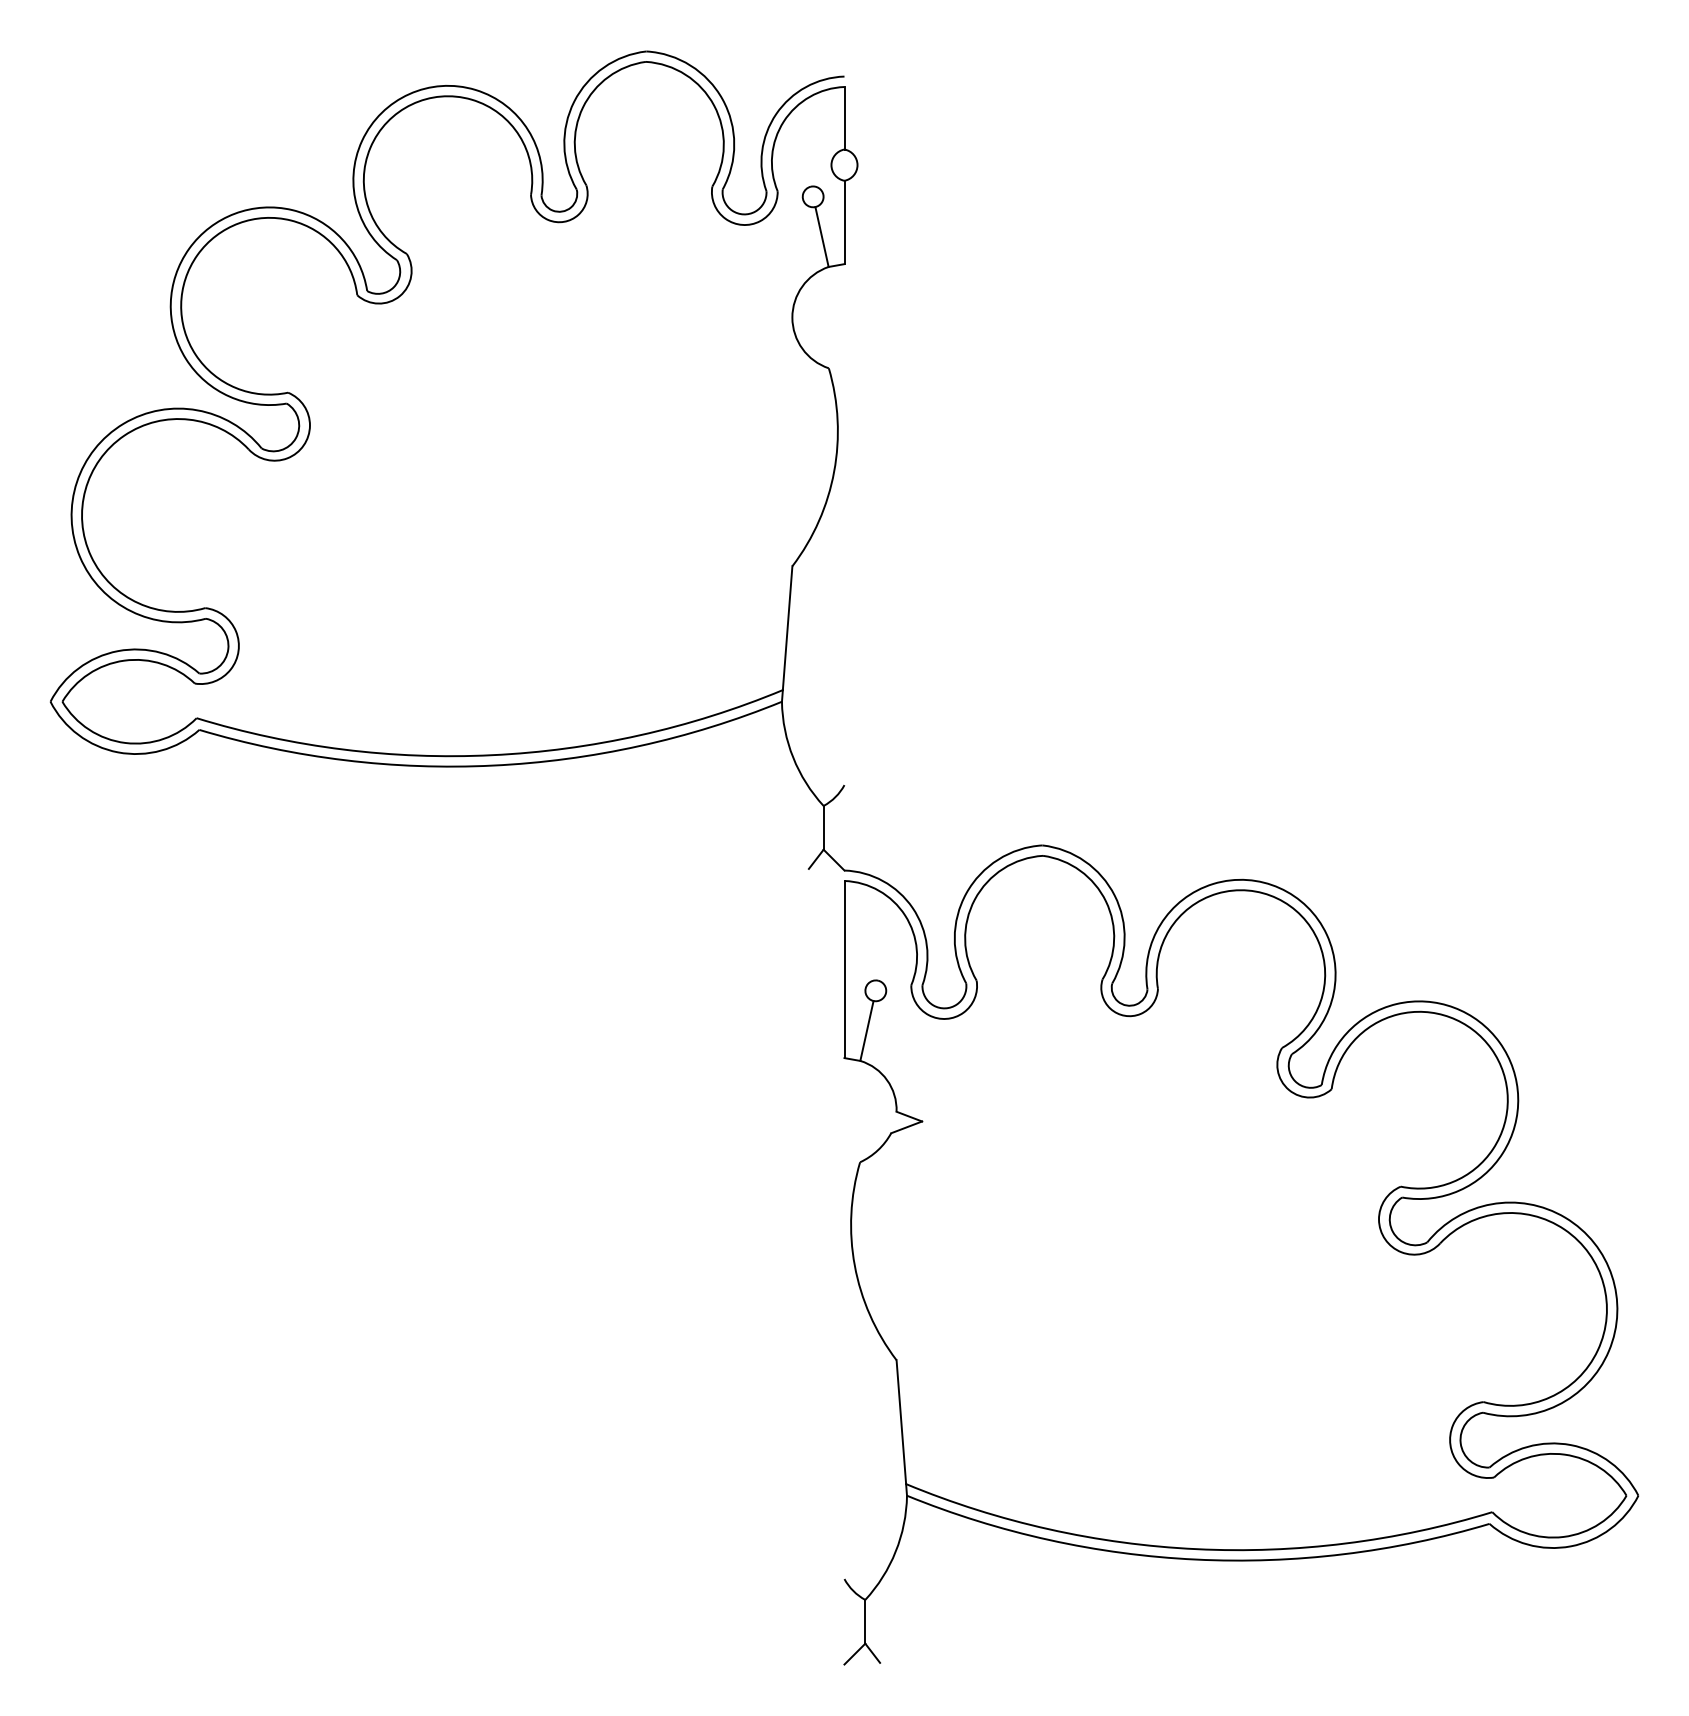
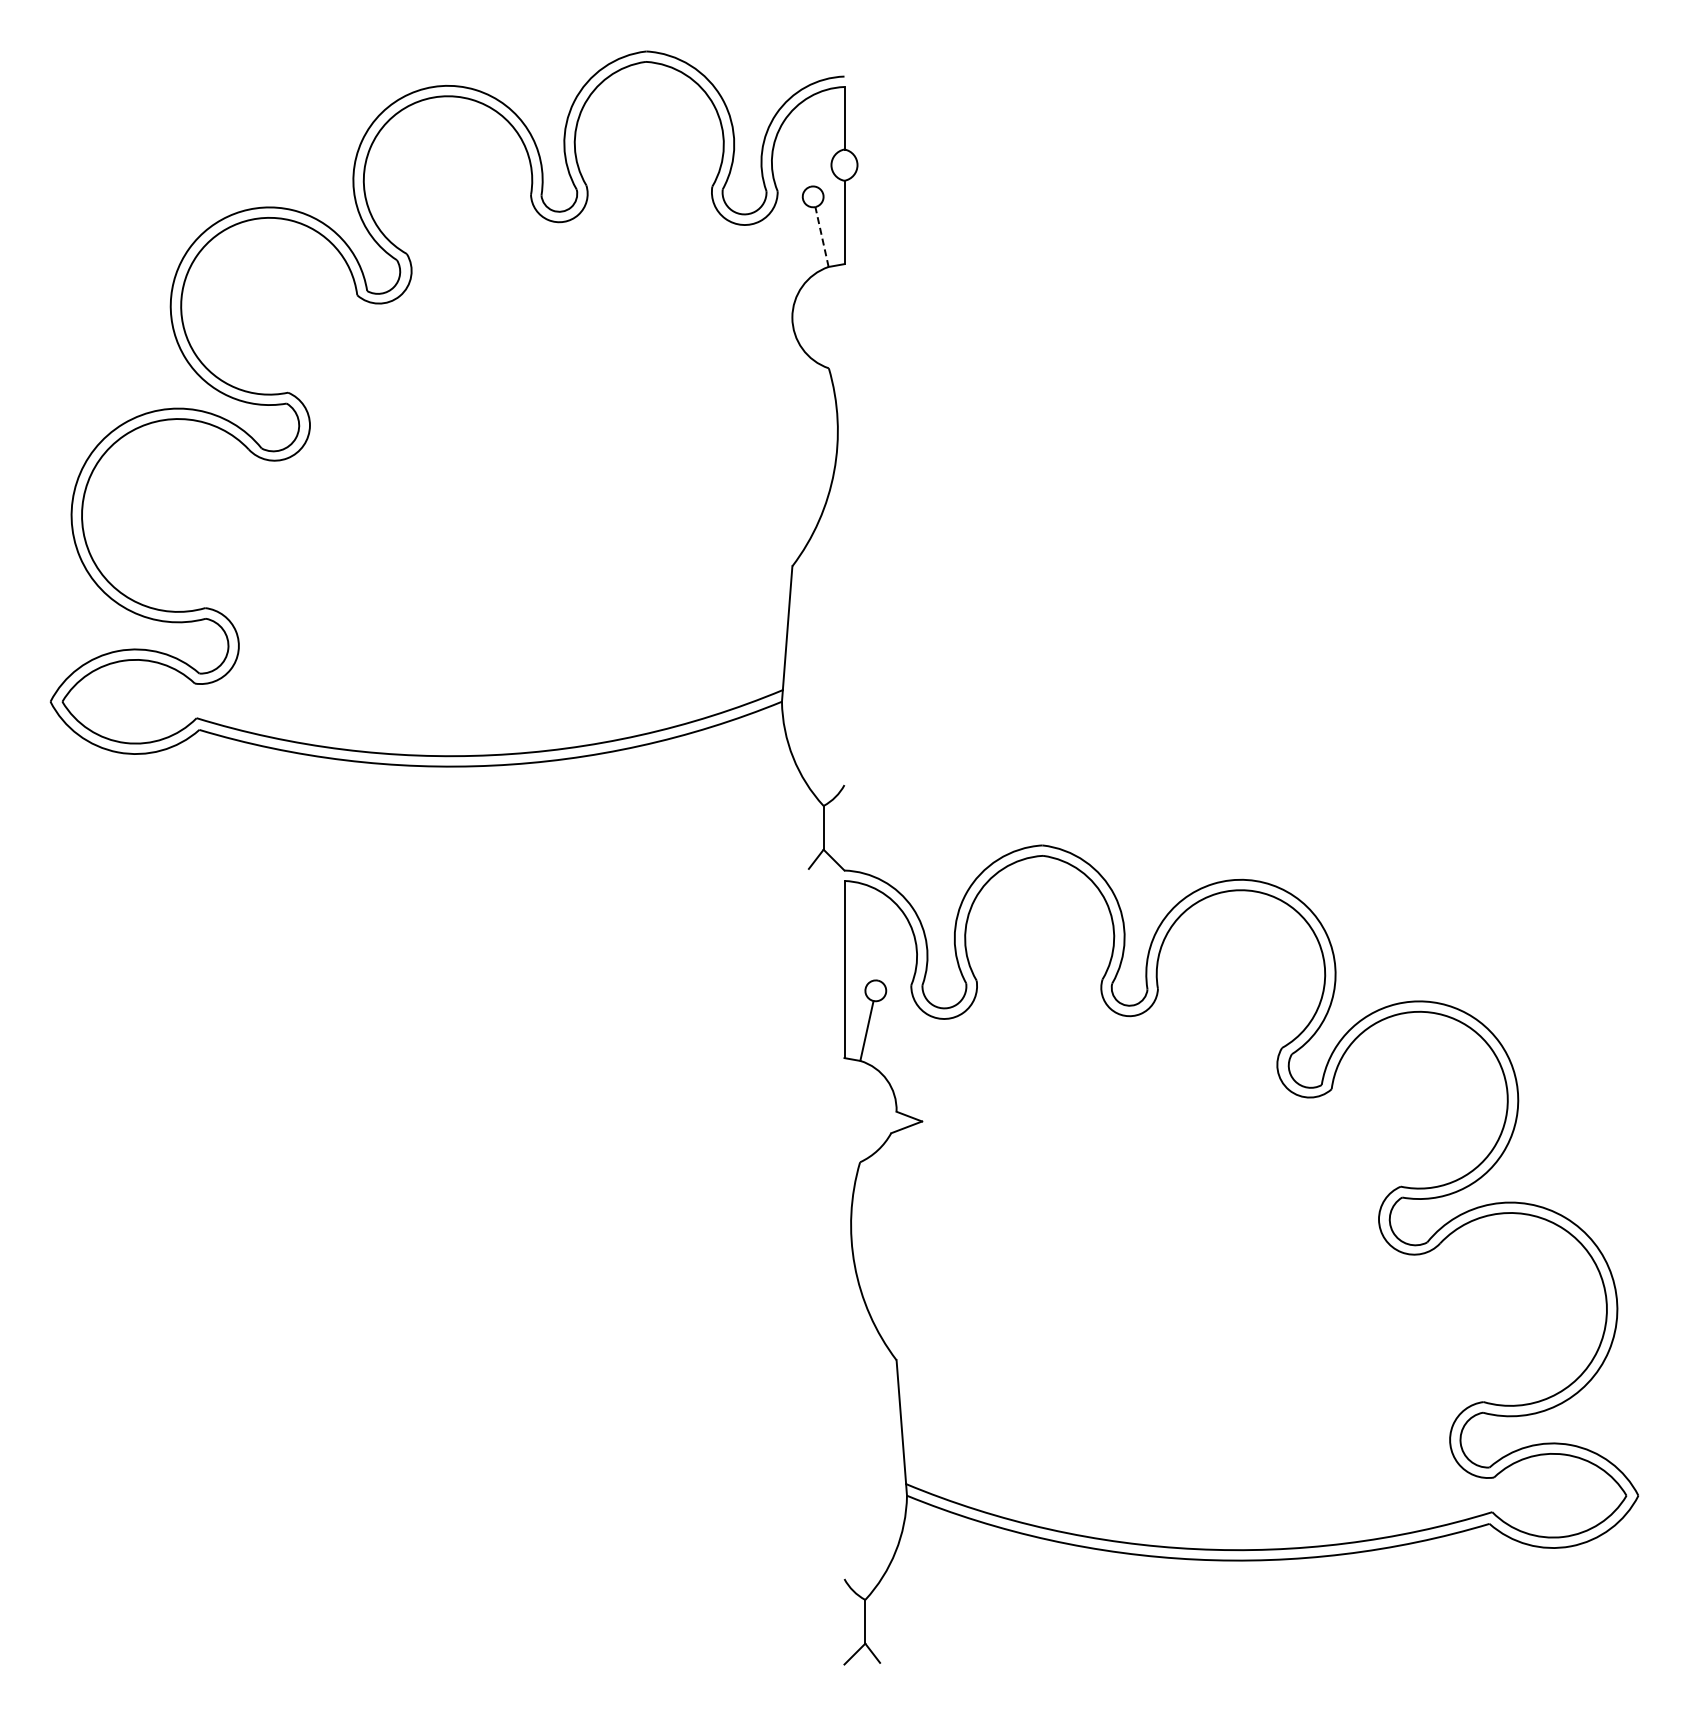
line at (822, 237): solid -> dashed
